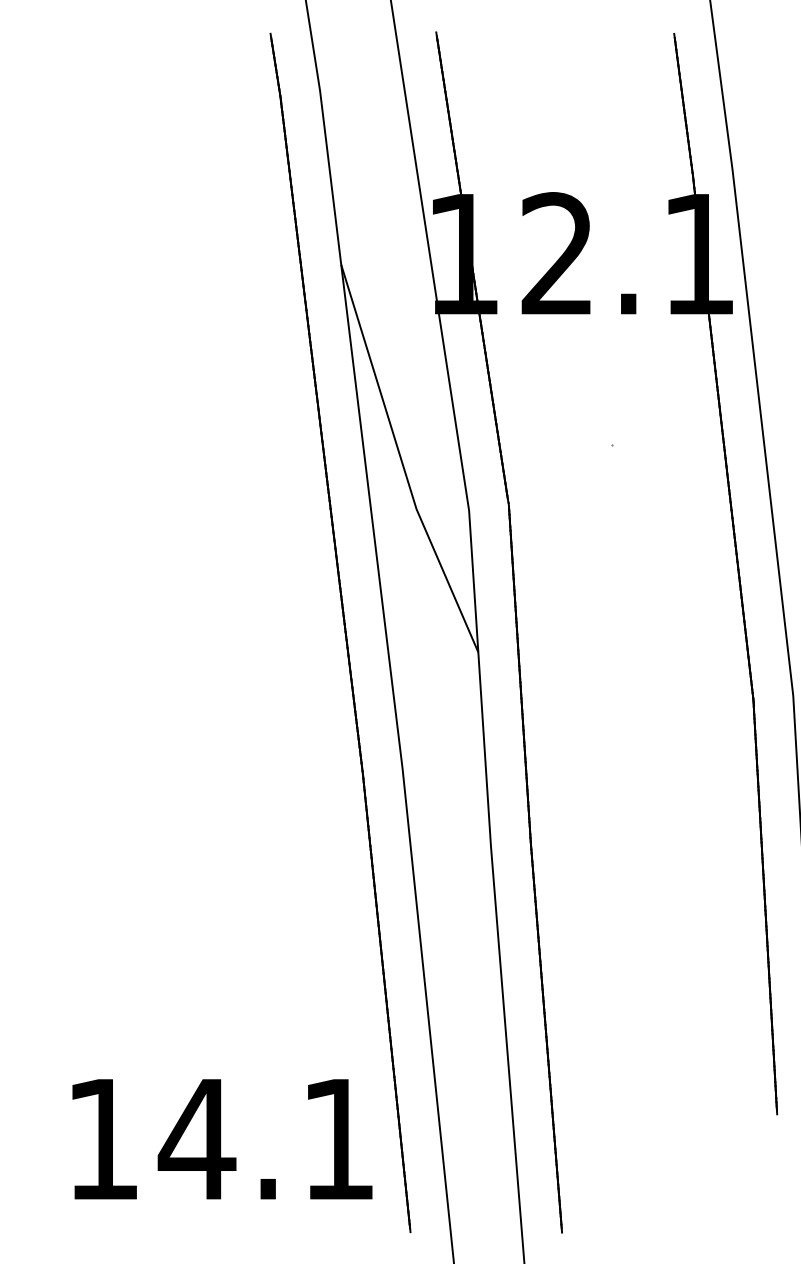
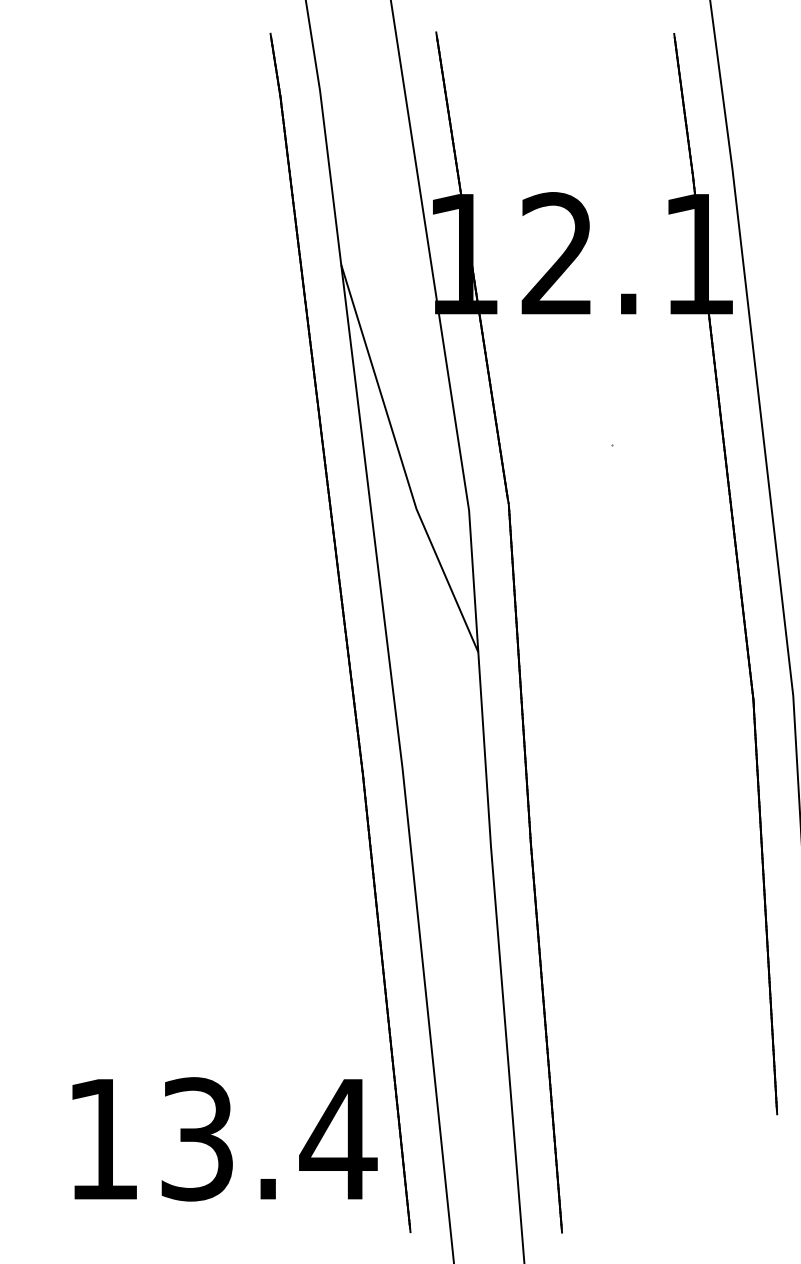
text at (267, 1139): 14.1 -> 13.4
